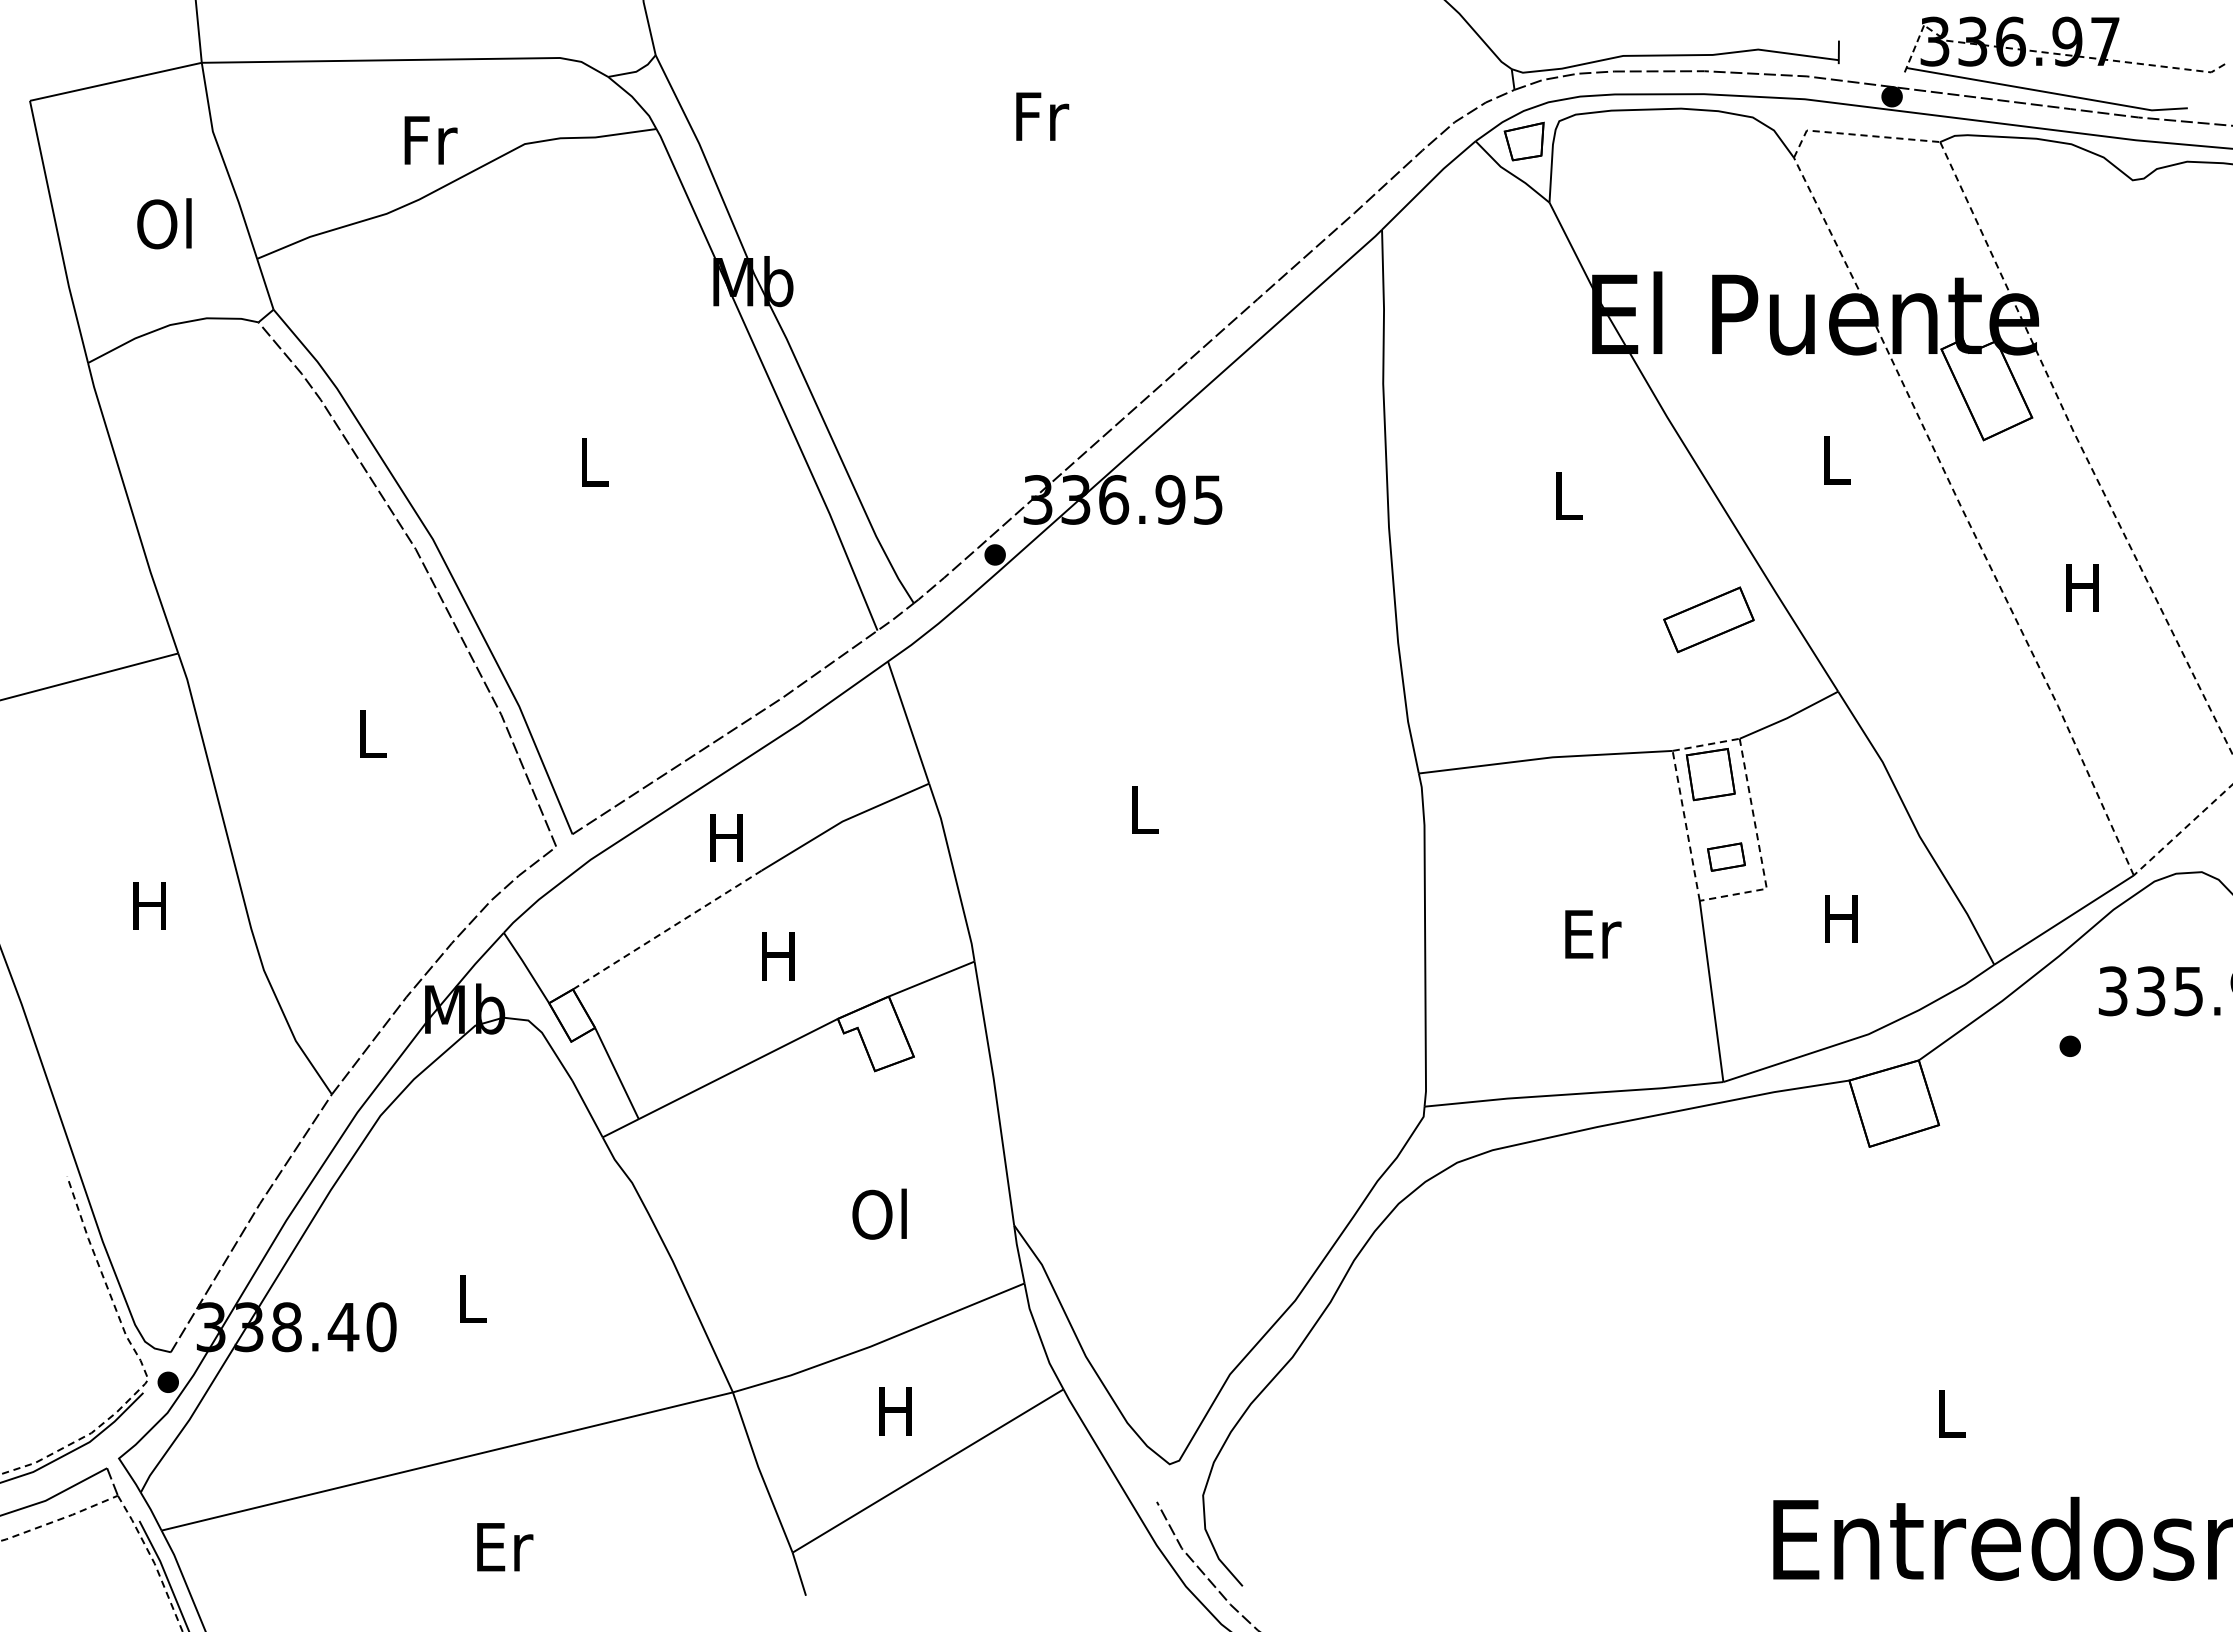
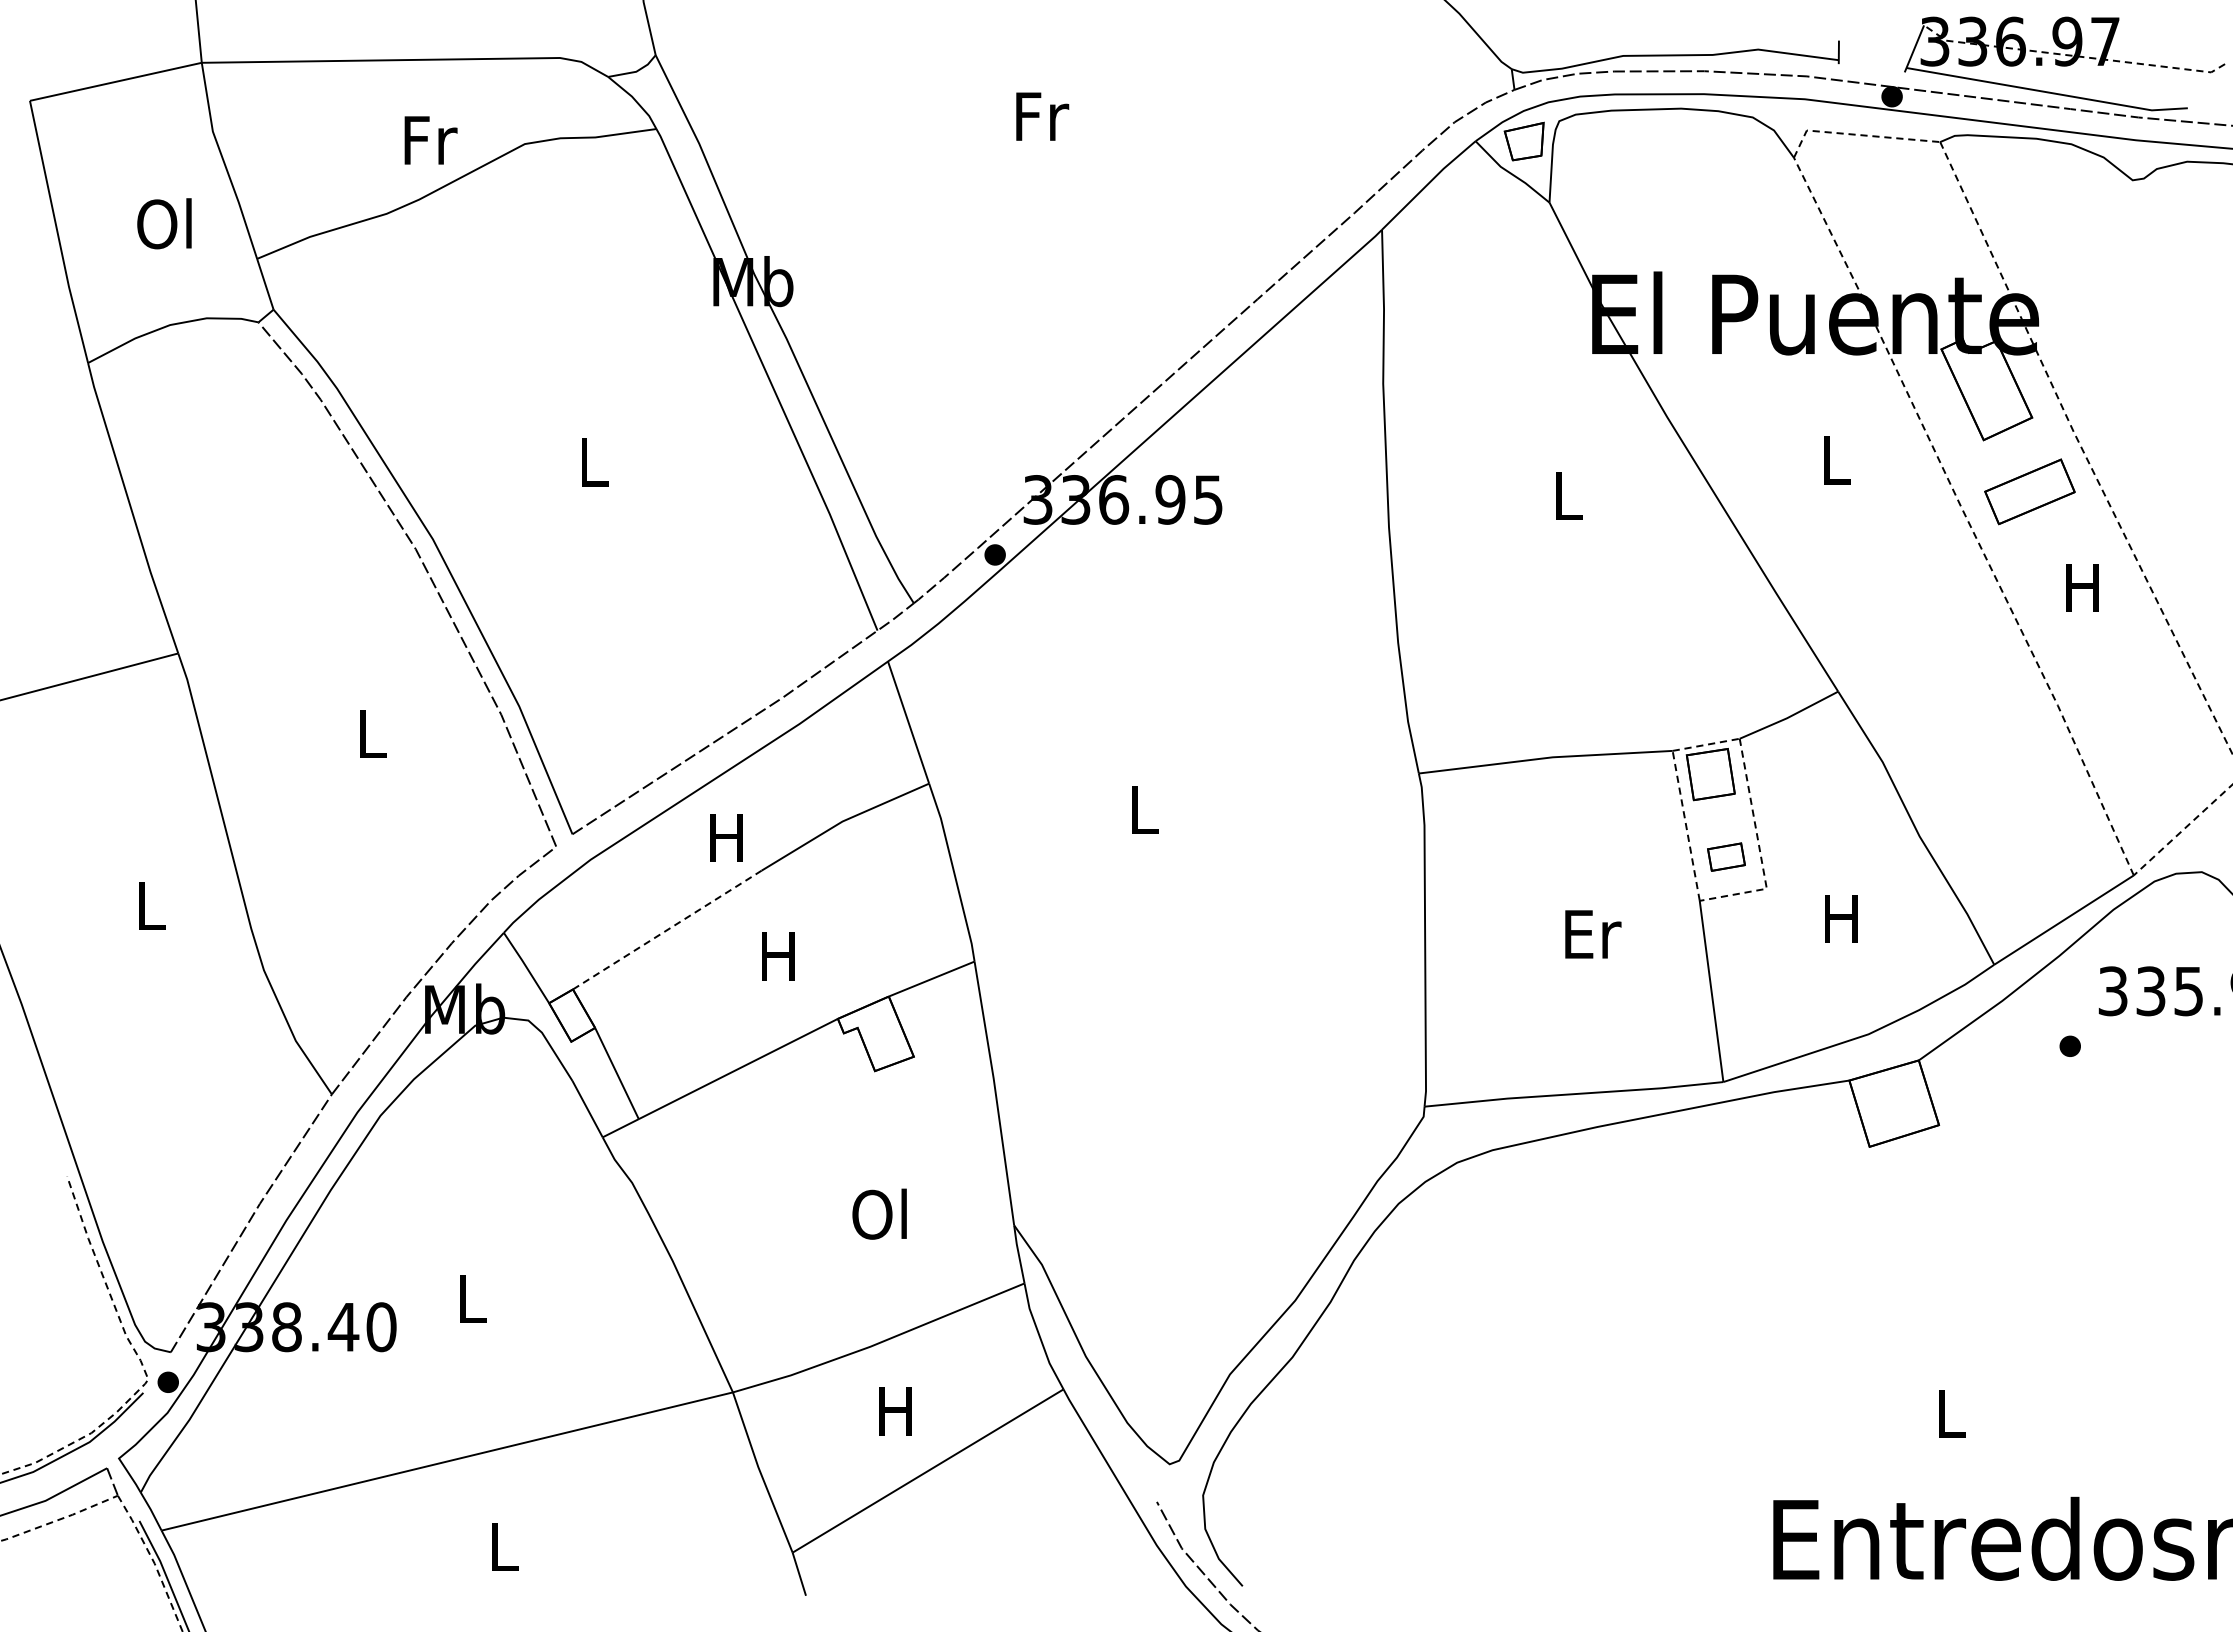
line at (1914, 49): dashed -> solid
part at (1708, 619) position: (1708, 619) -> (2029, 491)
text at (149, 905): H -> L
text at (505, 1547): Er -> L
